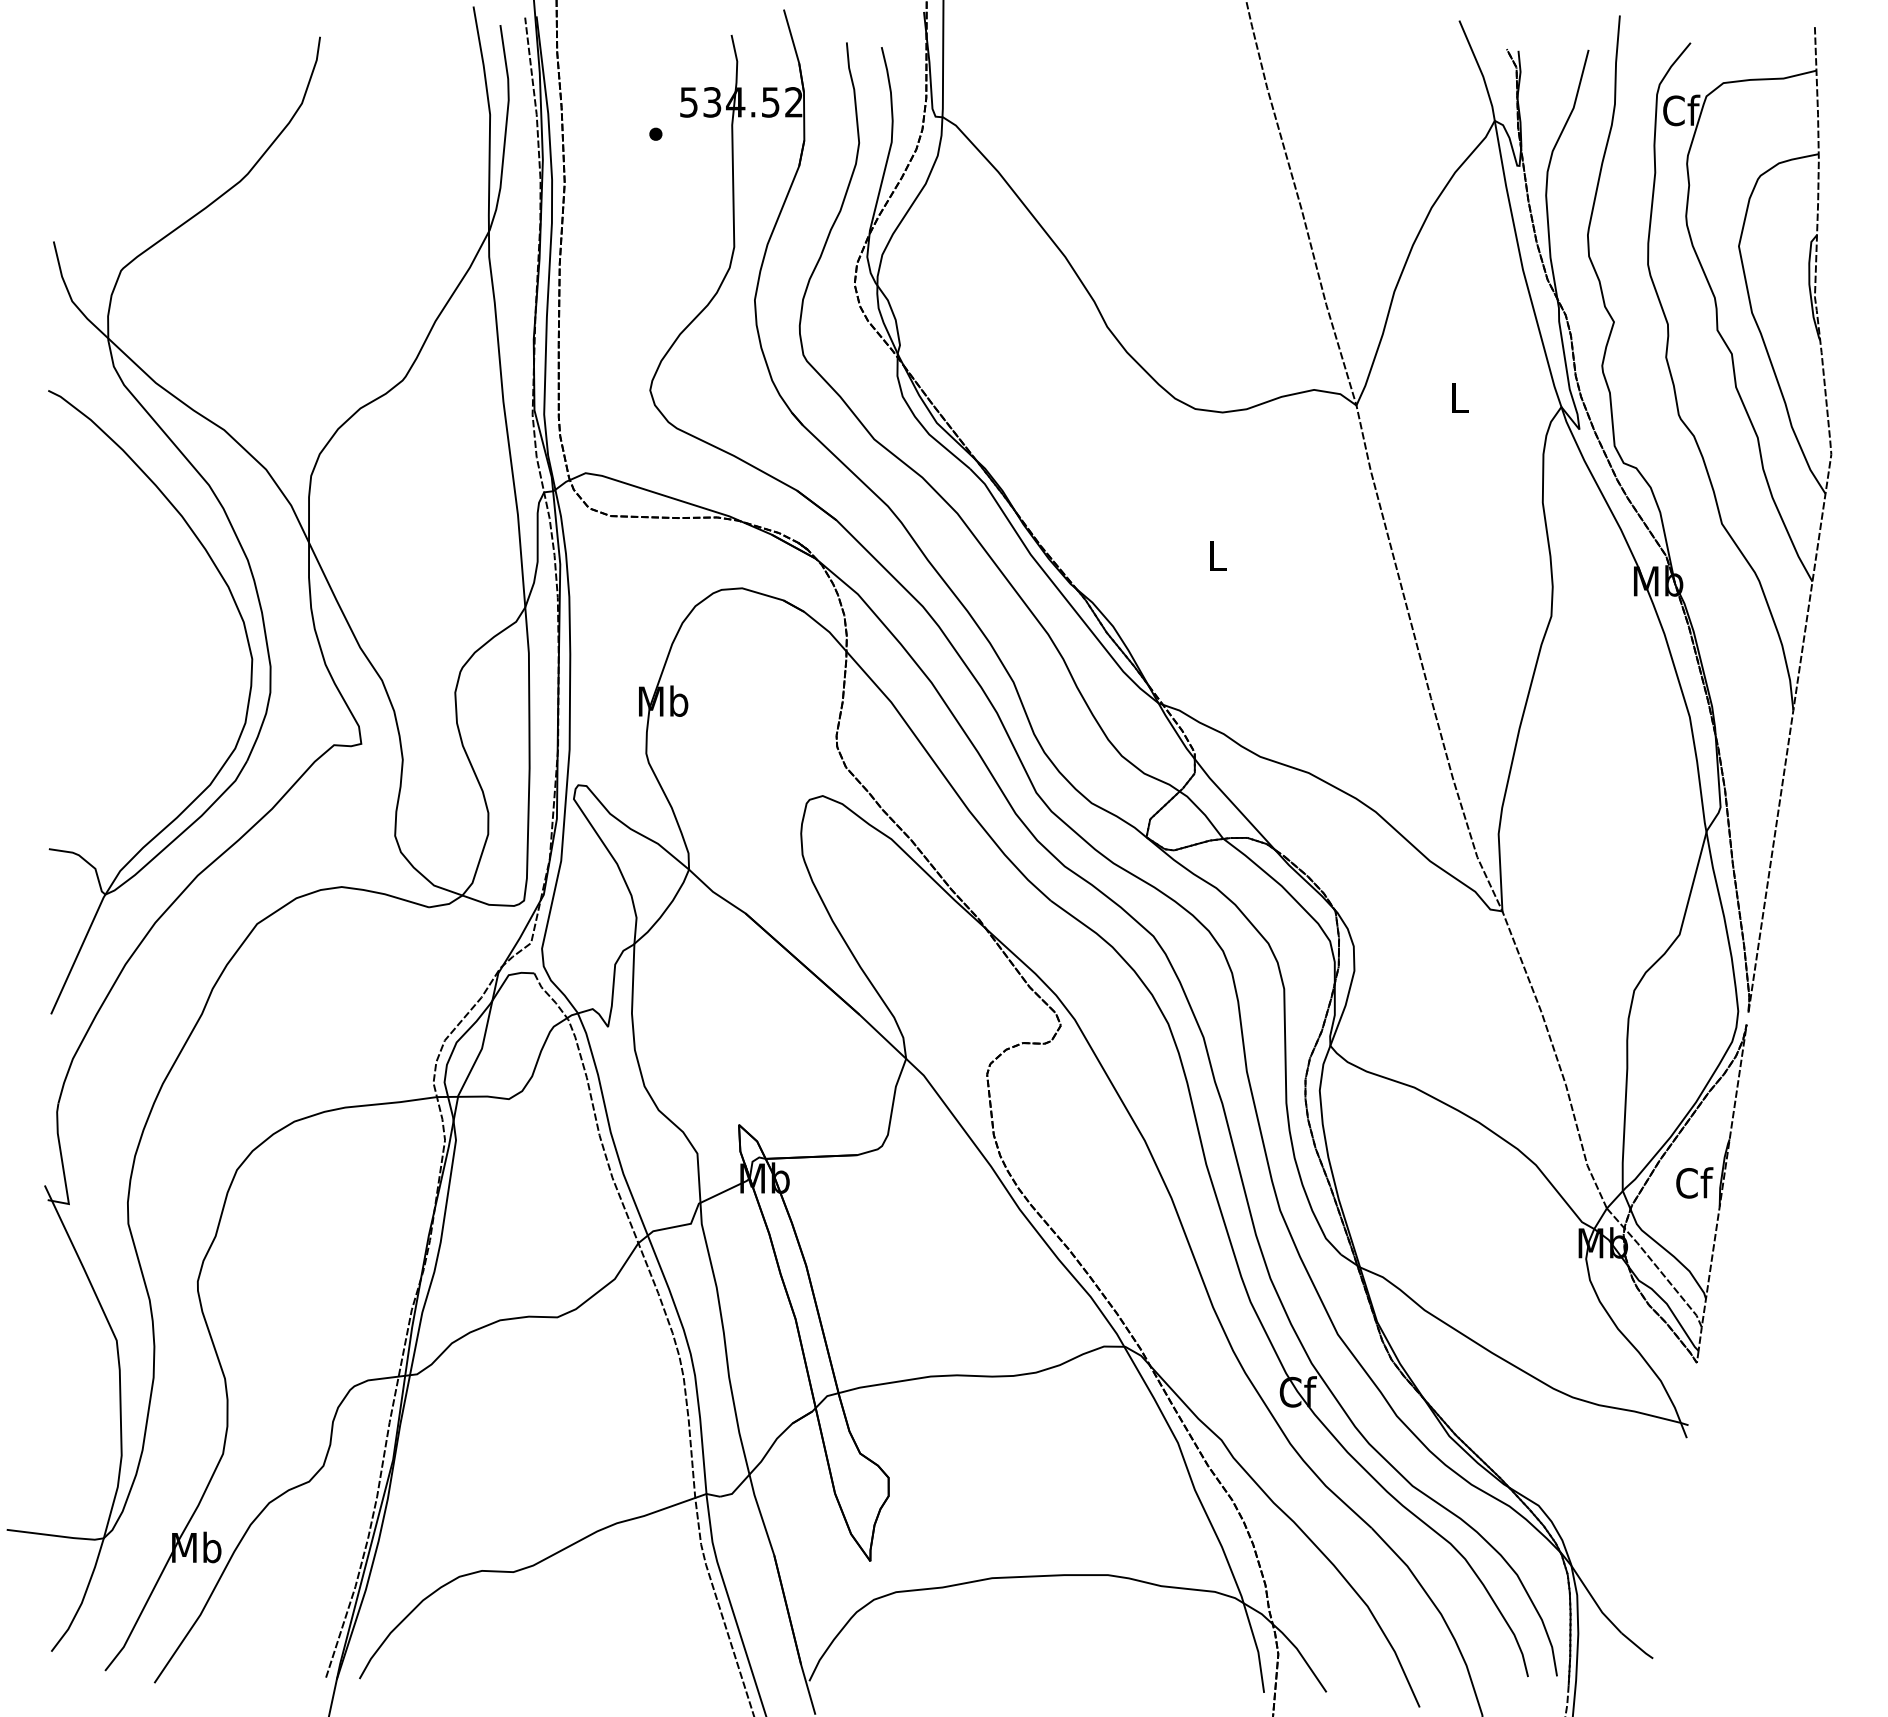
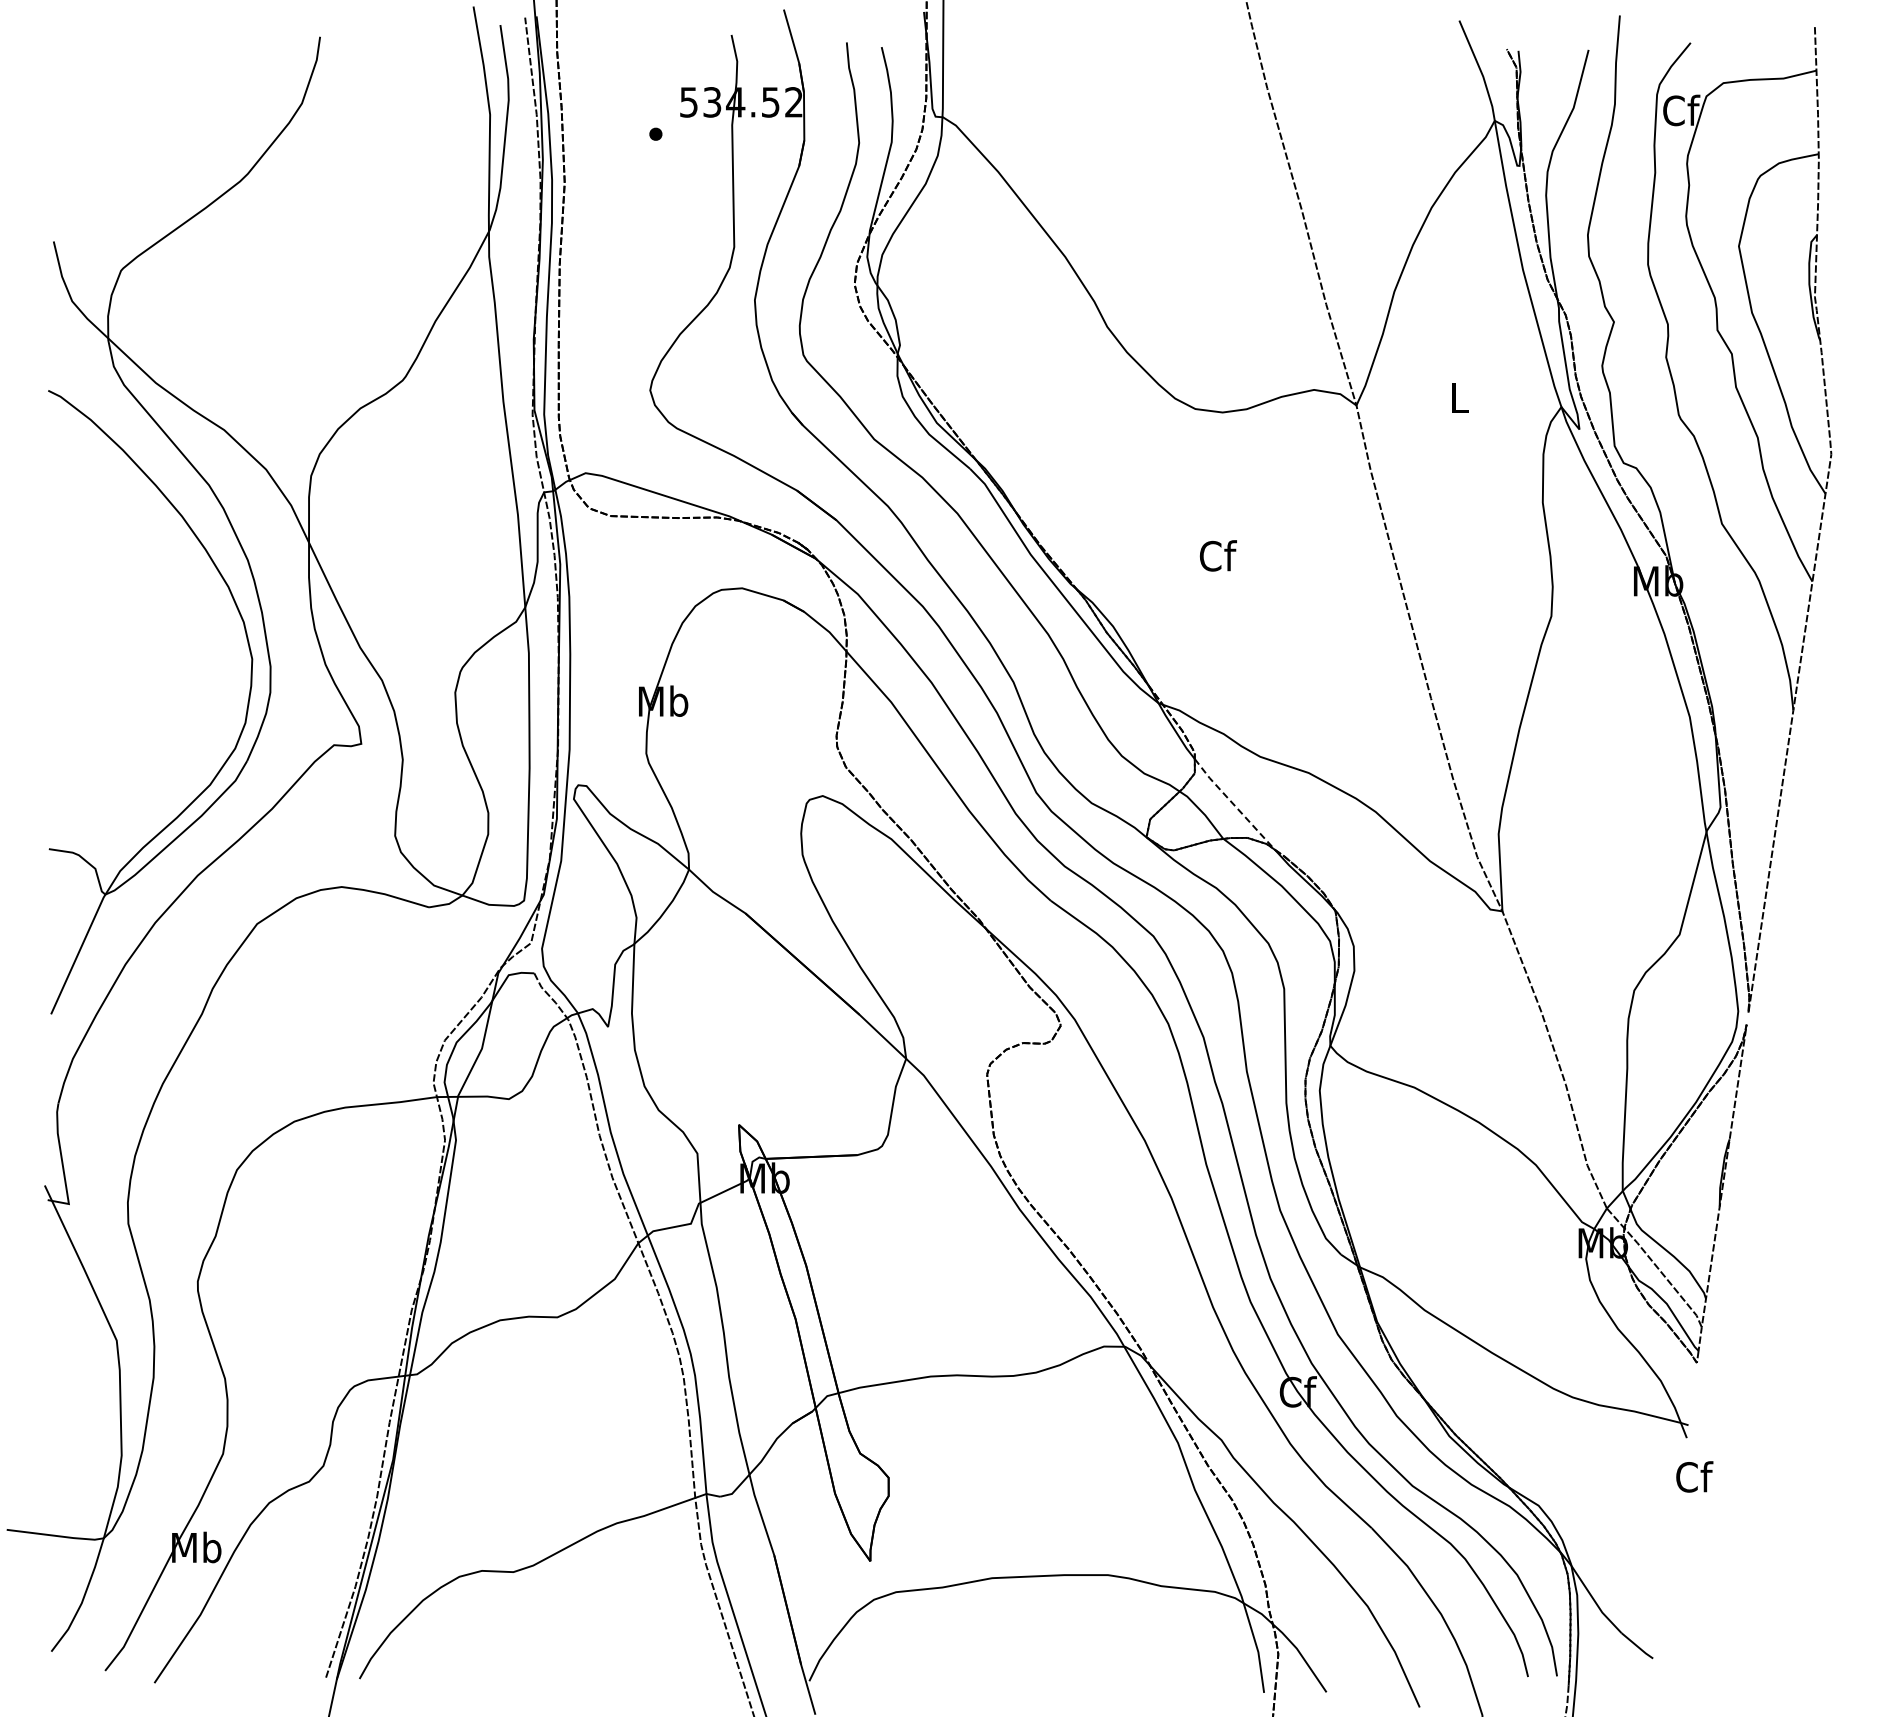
text at (1217, 555): L -> Cf
line at (1233, 804): solid -> dashed
text at (1694, 1182) position: (1694, 1182) -> (1694, 1476)
